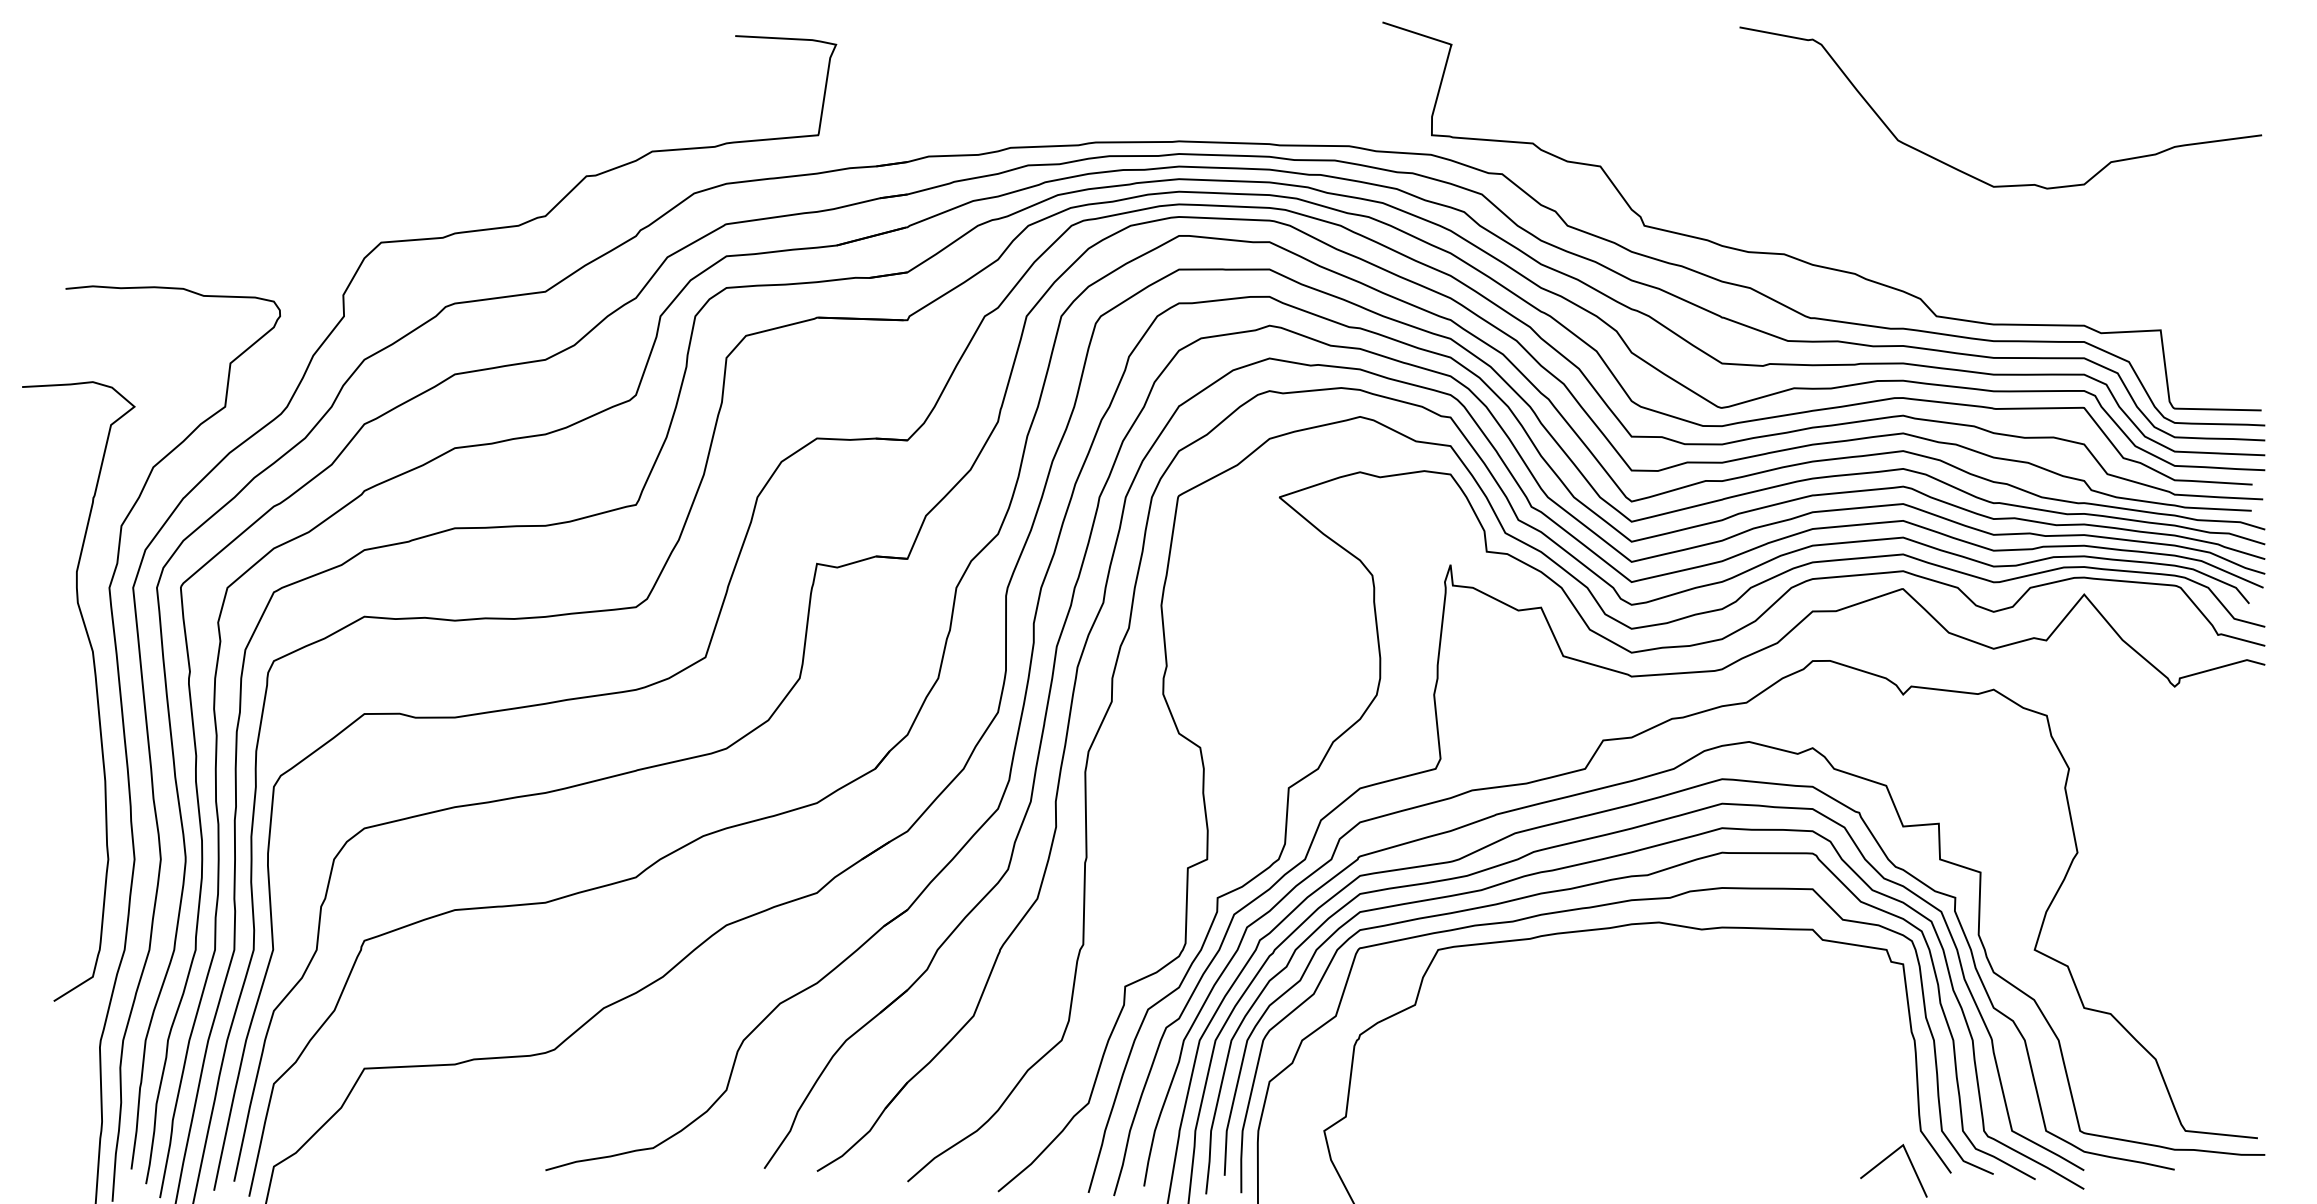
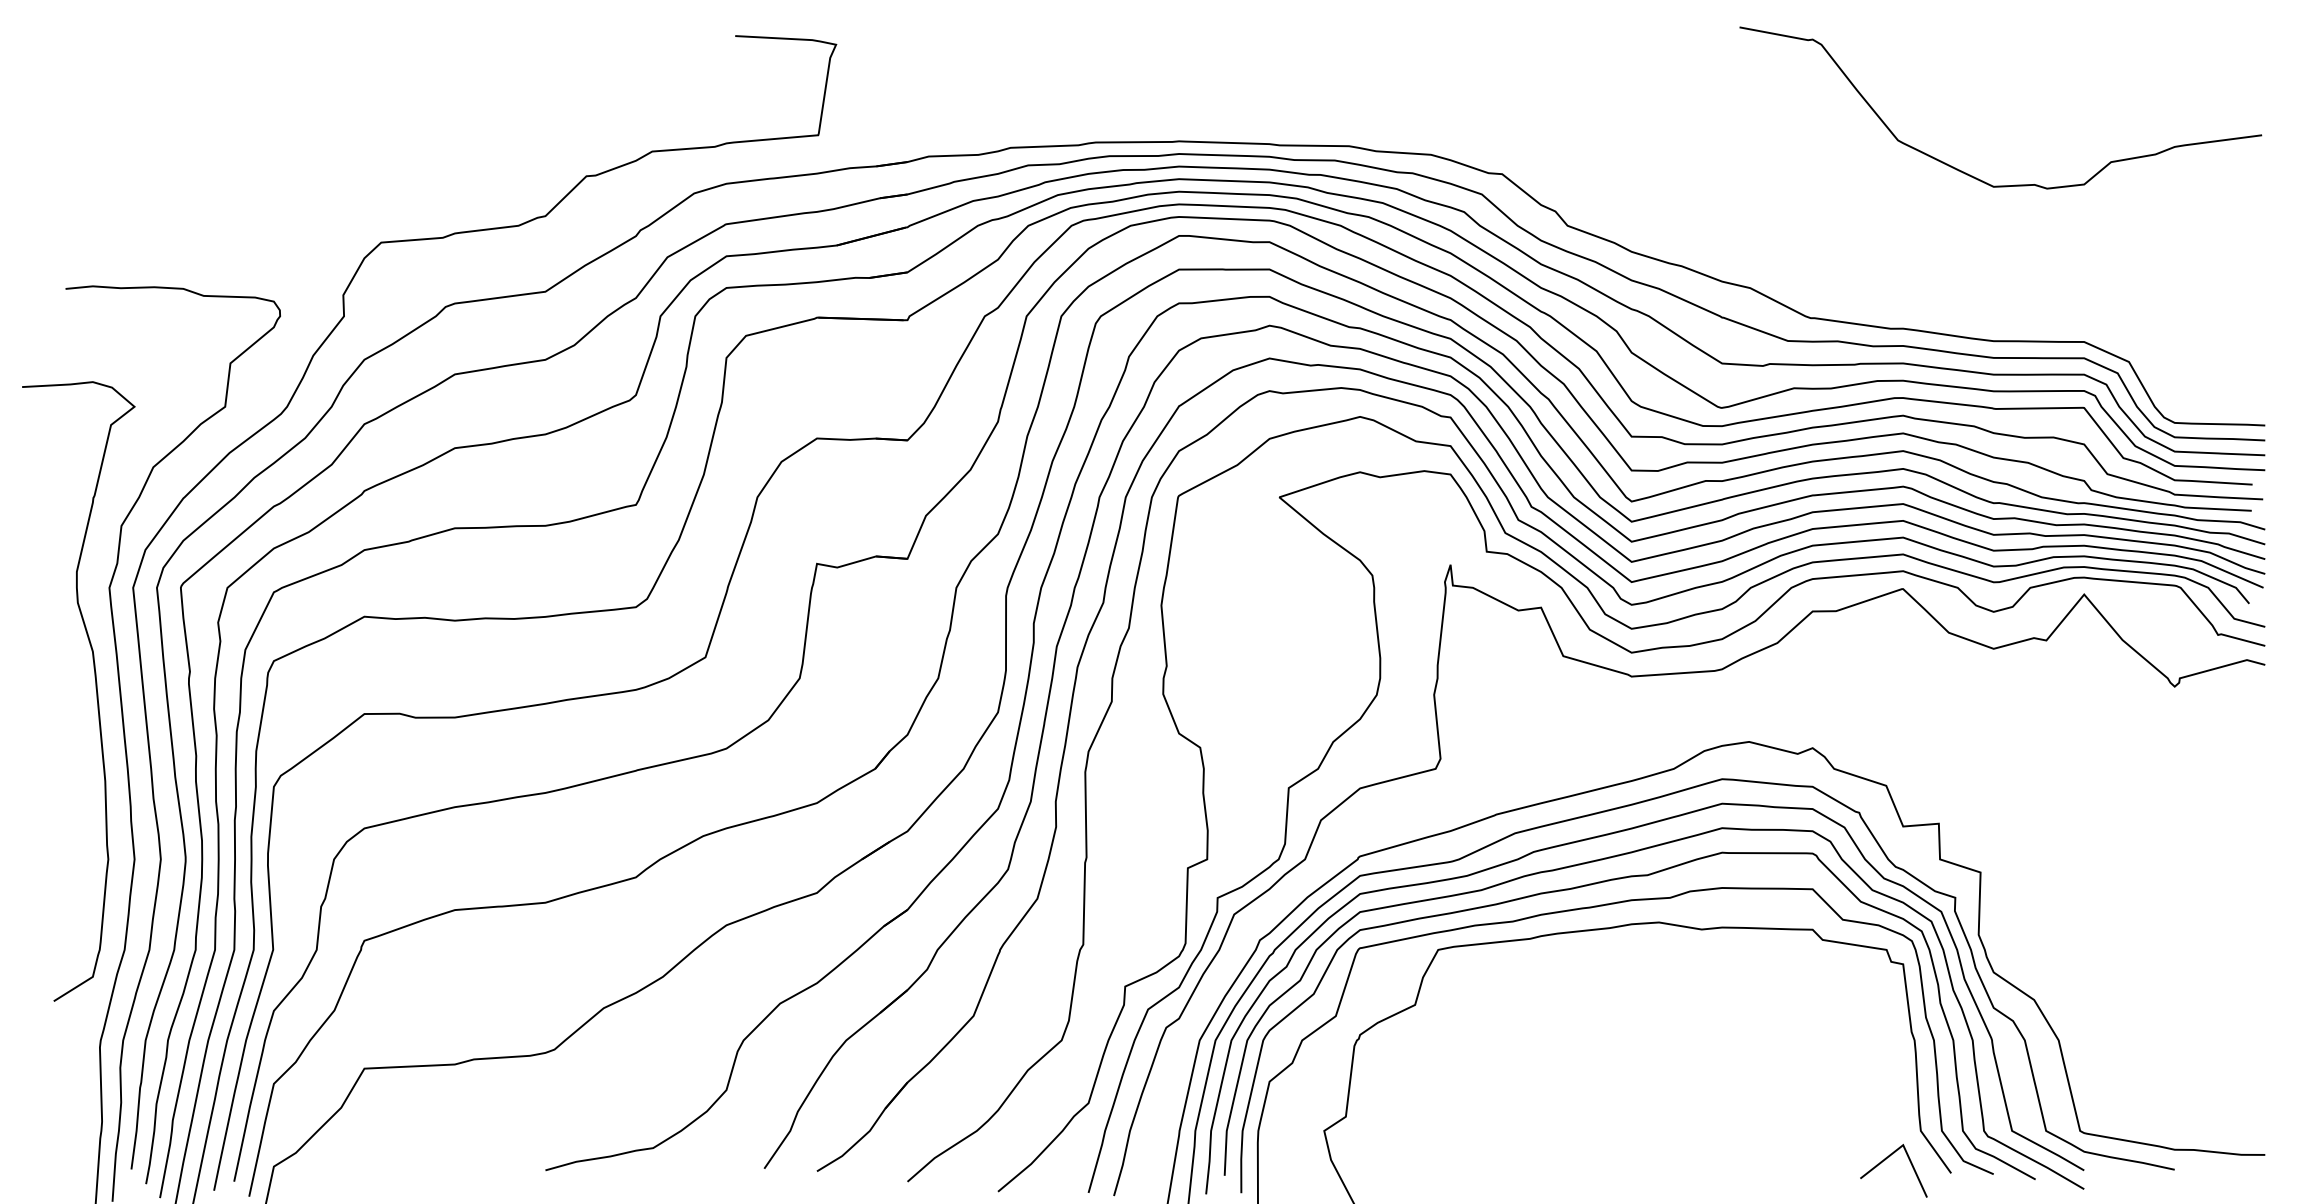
curve at (1804, 260): present -> none
curve at (1585, 769): present -> none
